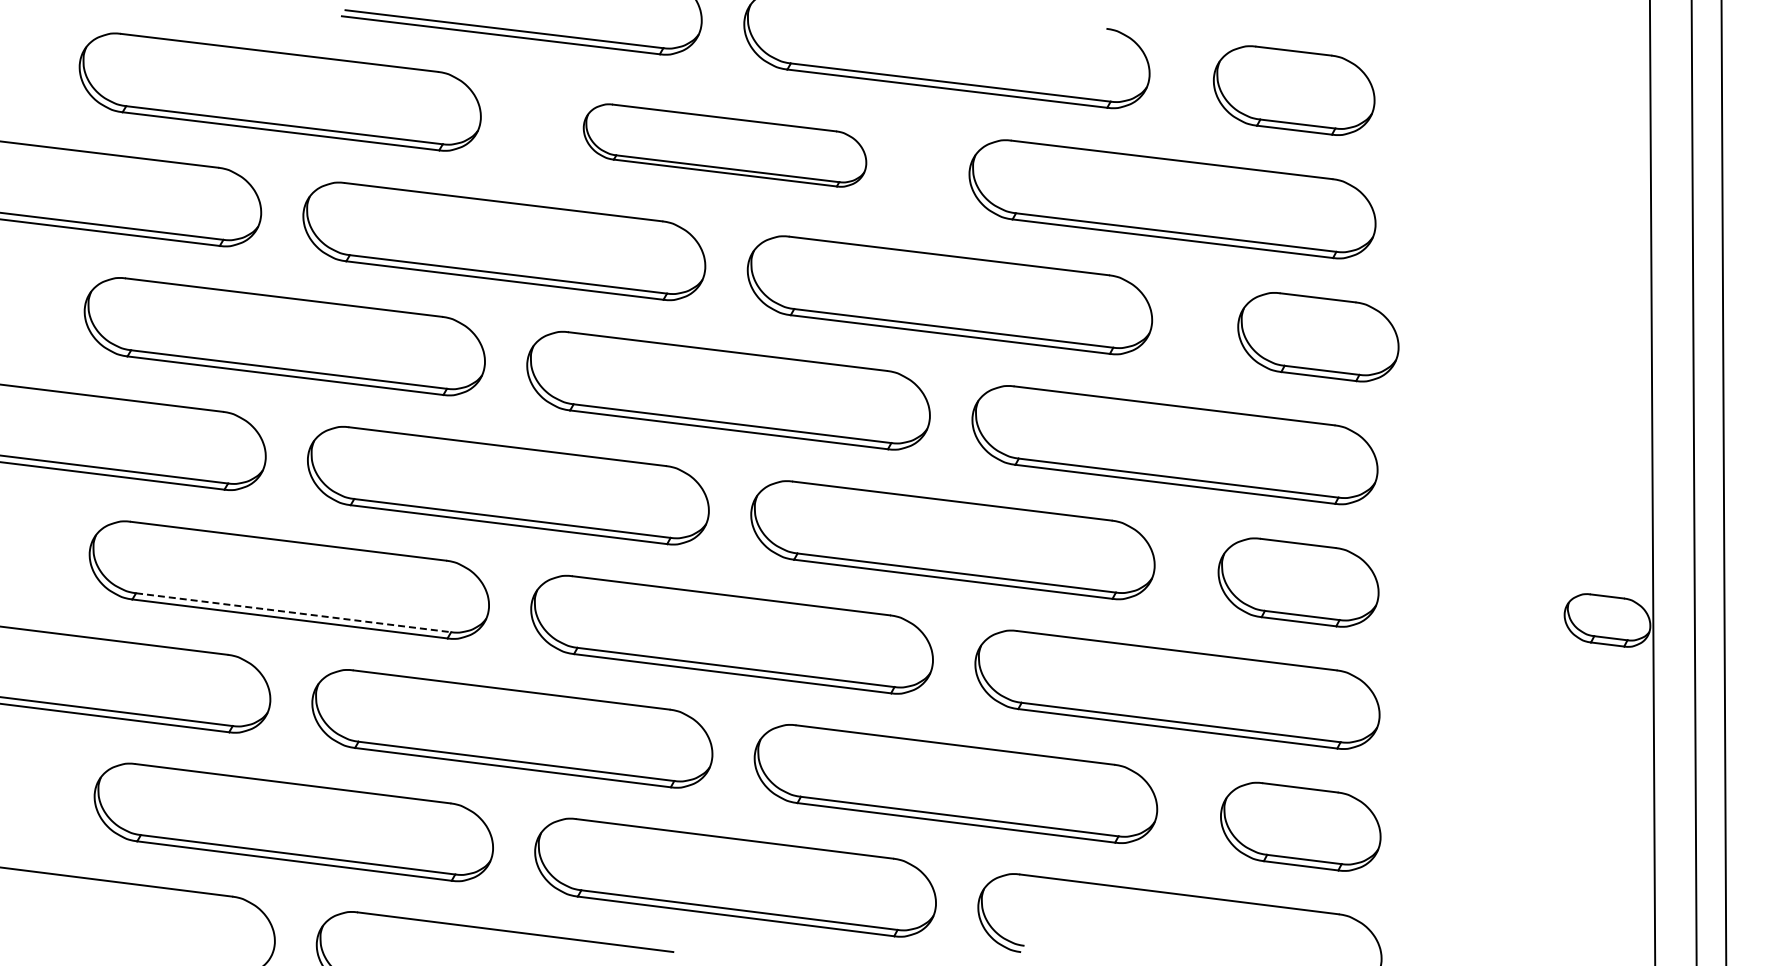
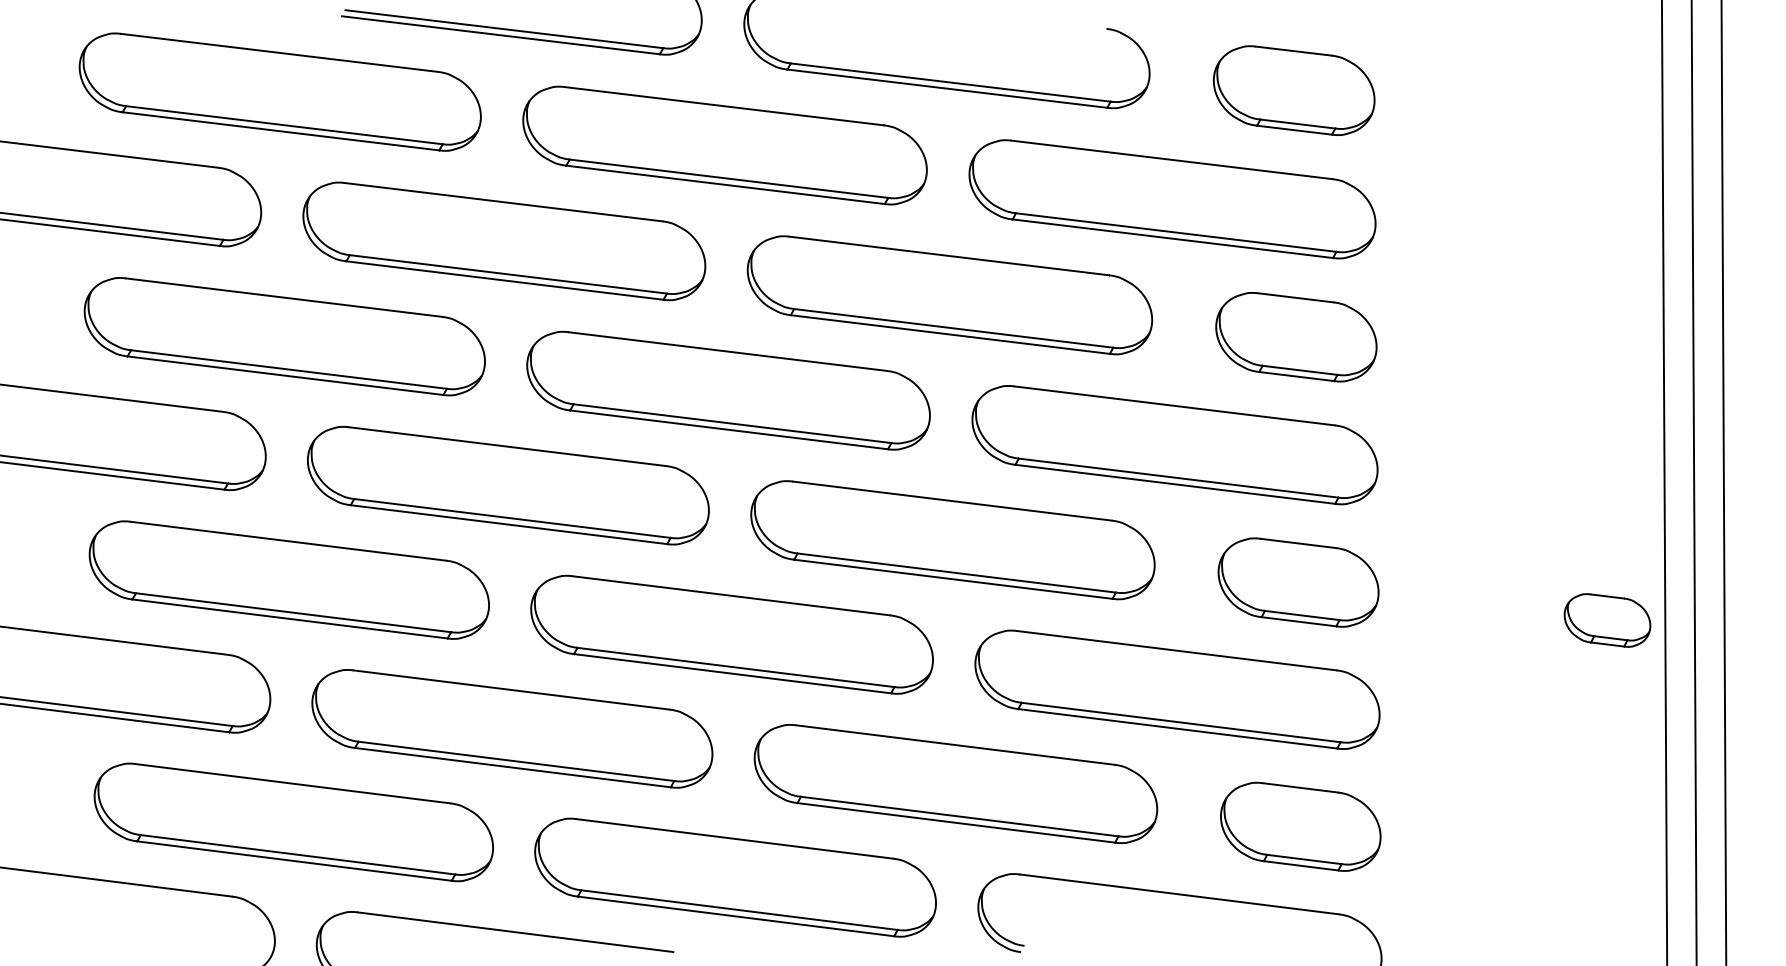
part at (724, 145) size: 286x85 px -> 406x121 px
part at (1318, 337) position: (1318, 337) -> (1296, 337)
line at (1652, 482) position: (1652, 482) -> (1664, 482)
line at (293, 612): dashed -> solid
